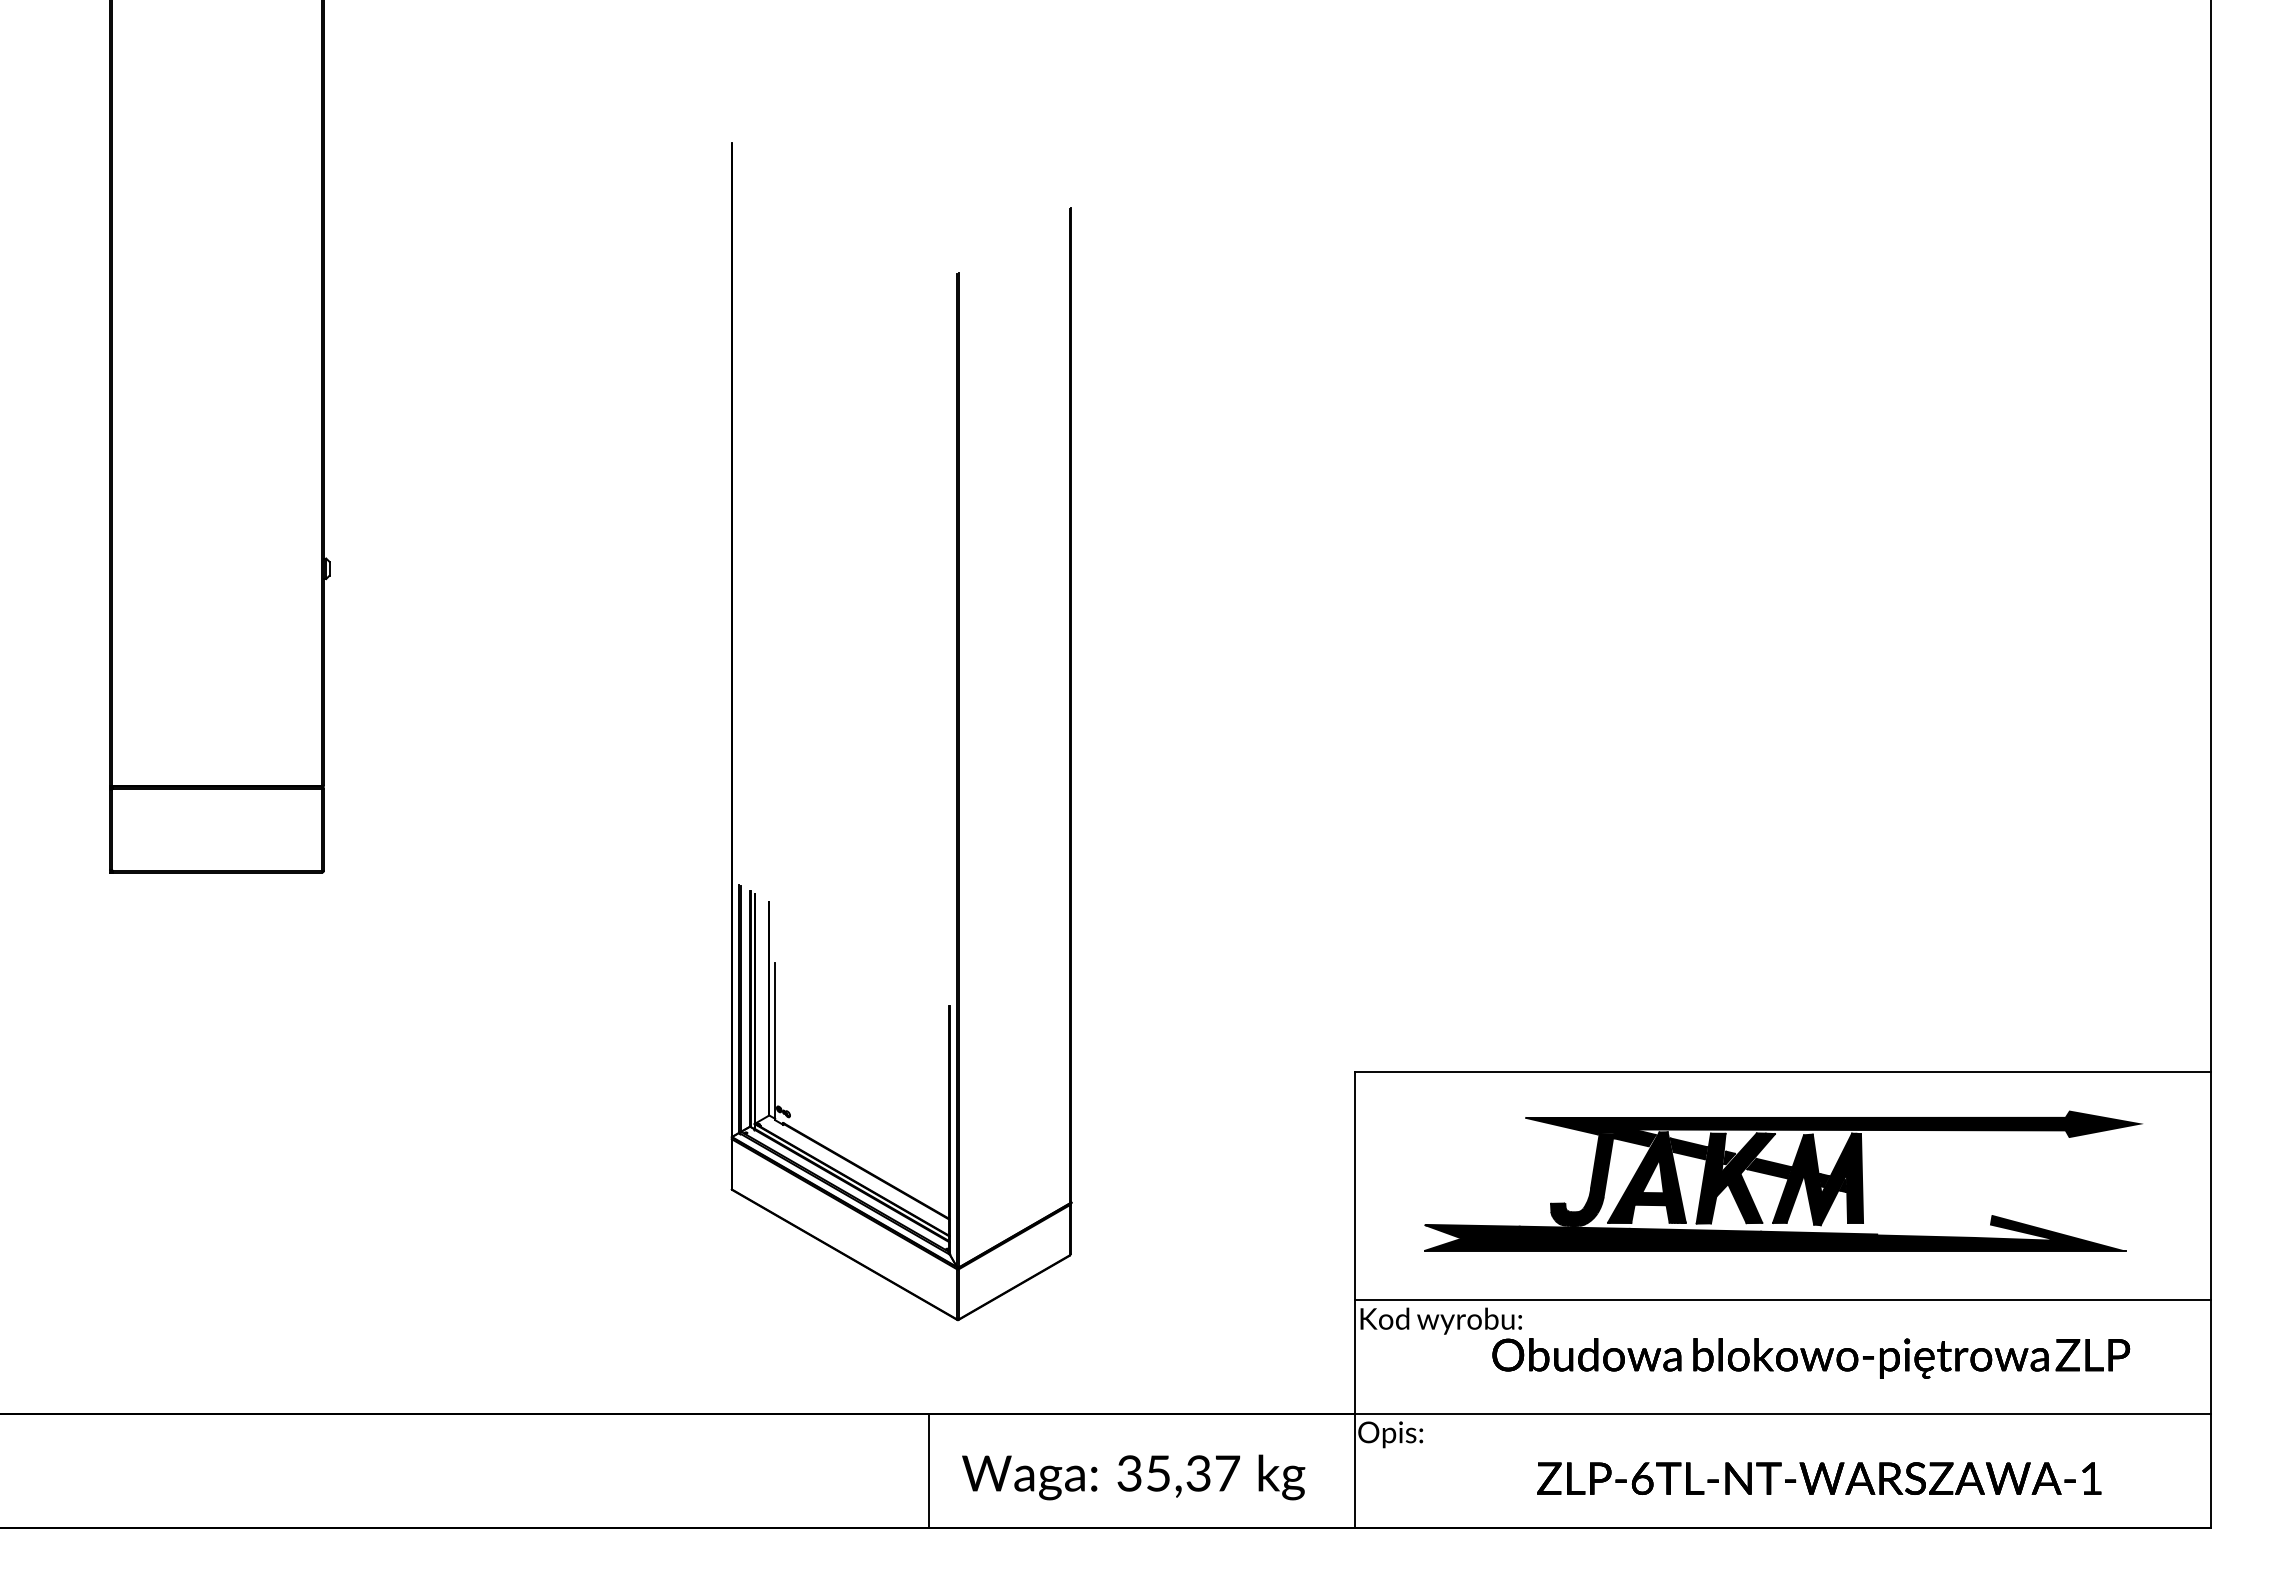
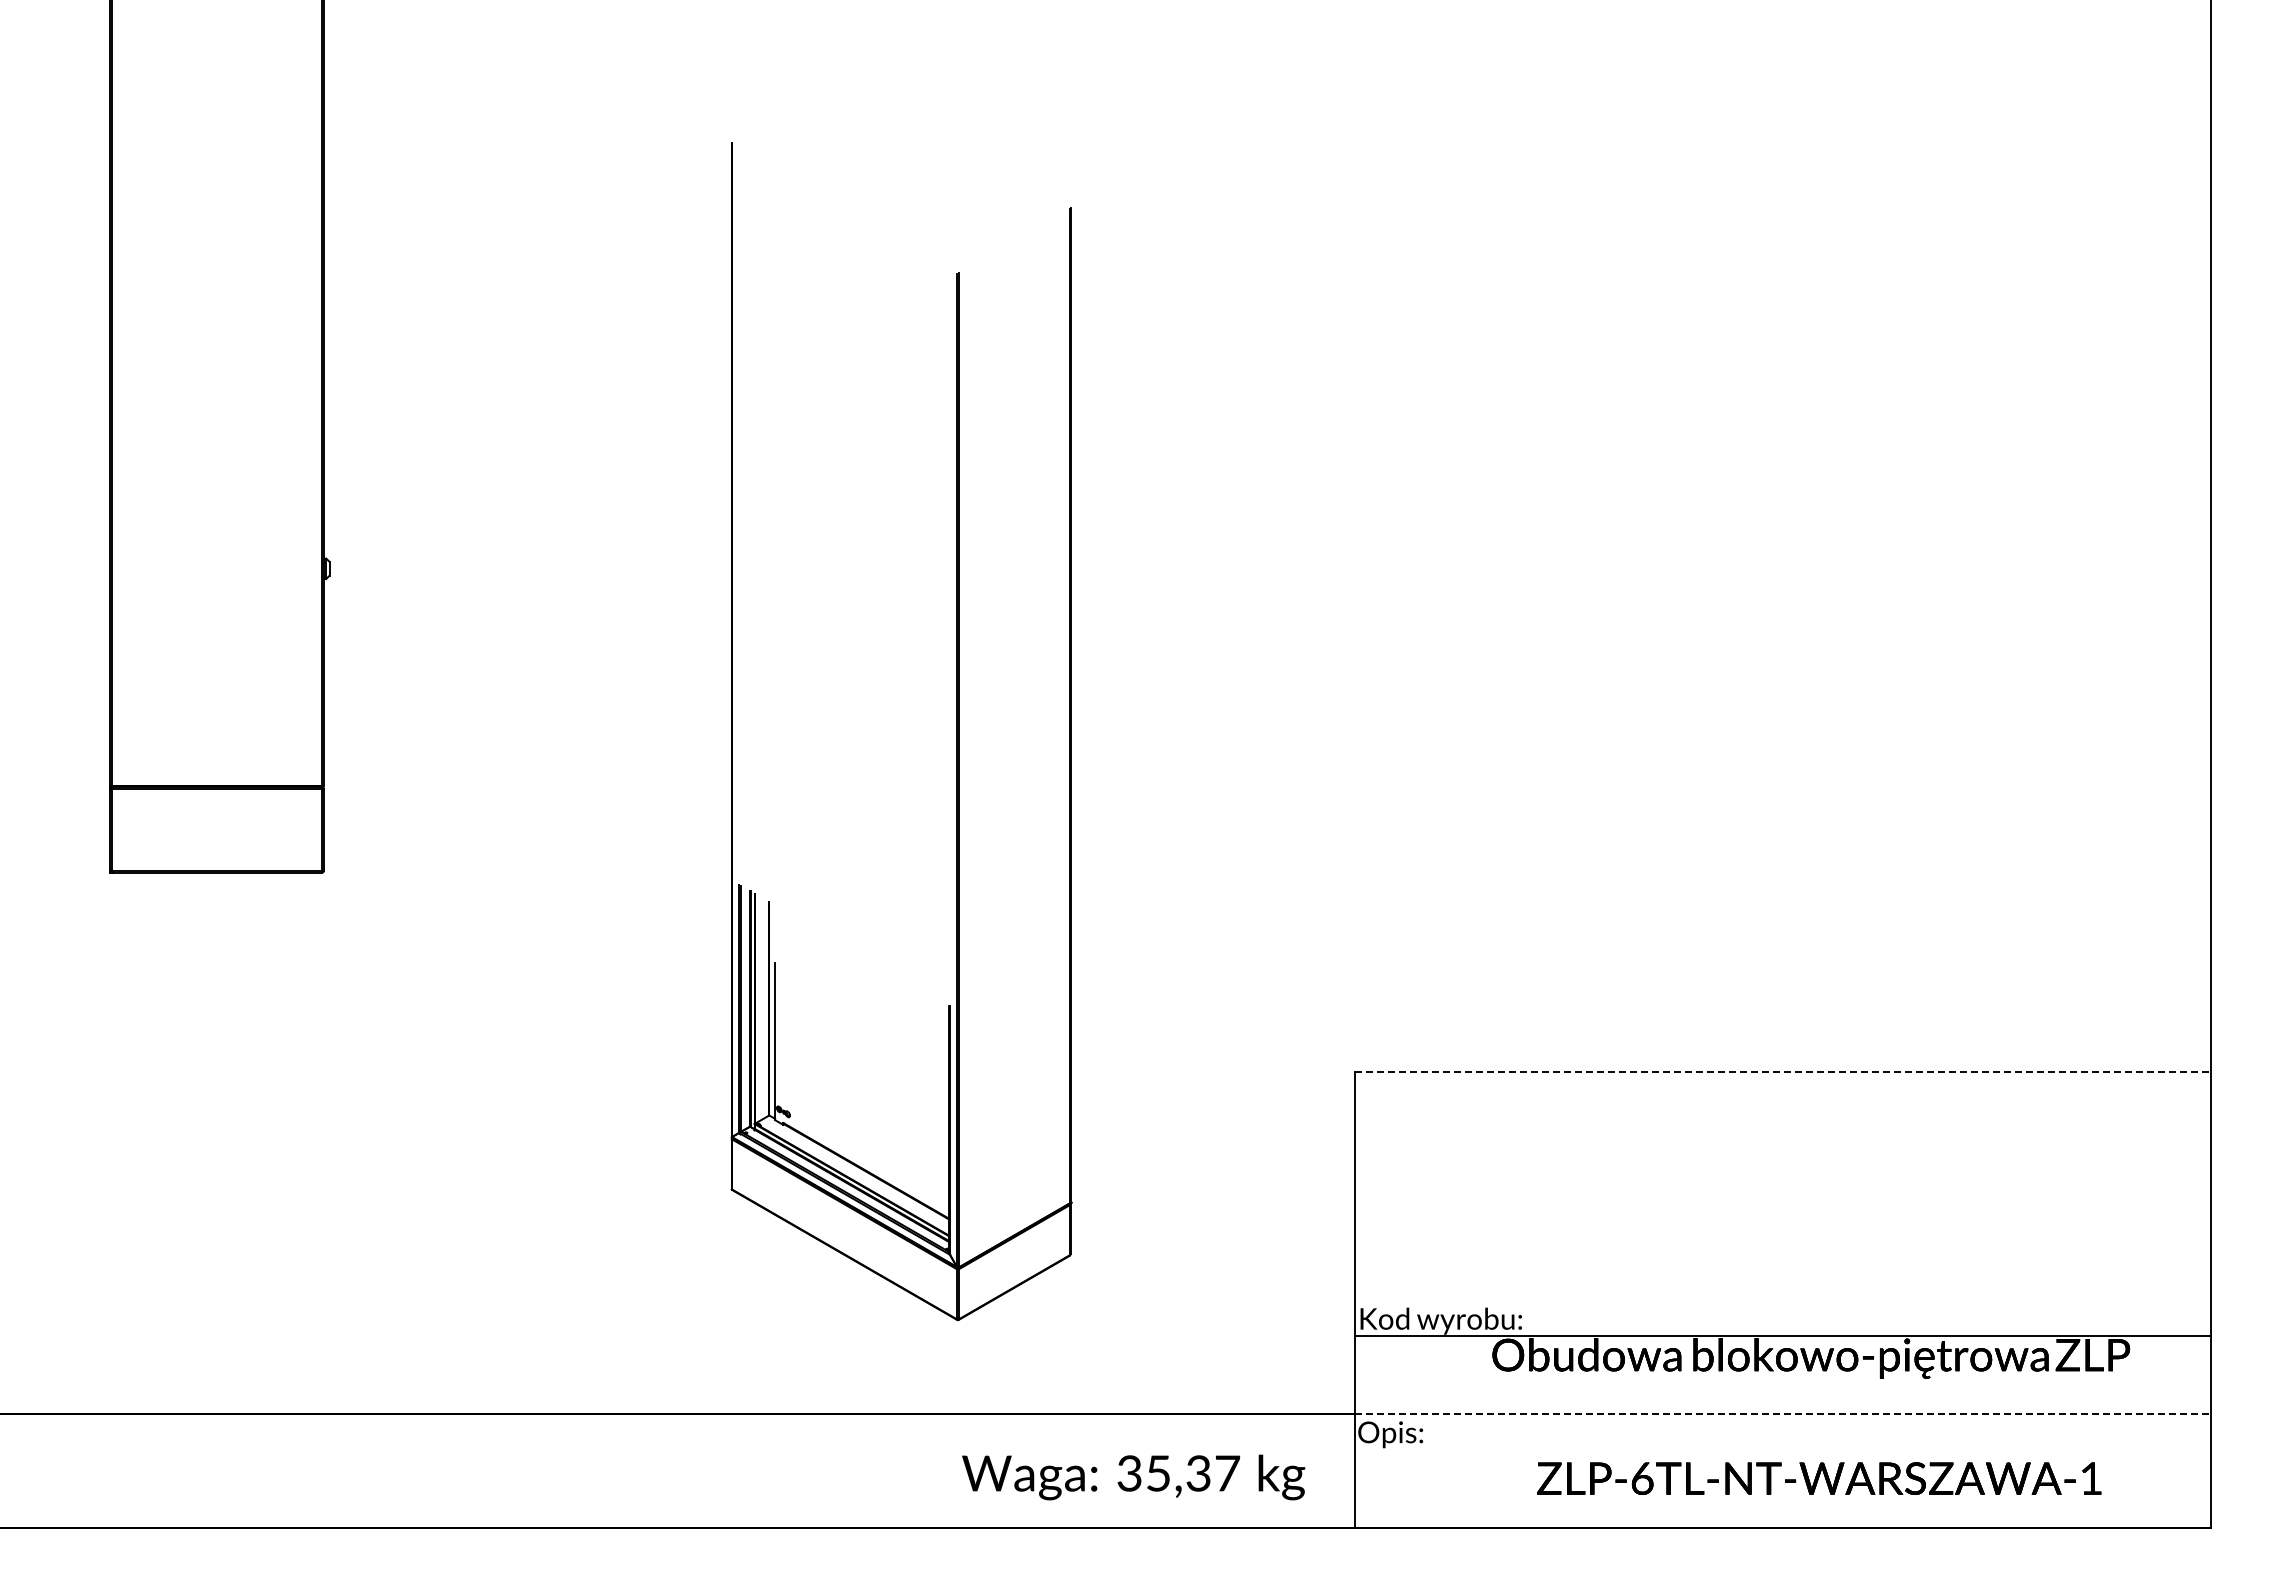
line at (1782, 1071): solid -> dashed
part at (1783, 1180): present -> none
line at (1782, 1299) position: (1782, 1299) -> (1782, 1335)
line at (1782, 1413): solid -> dashed
line at (928, 1470): present -> none
